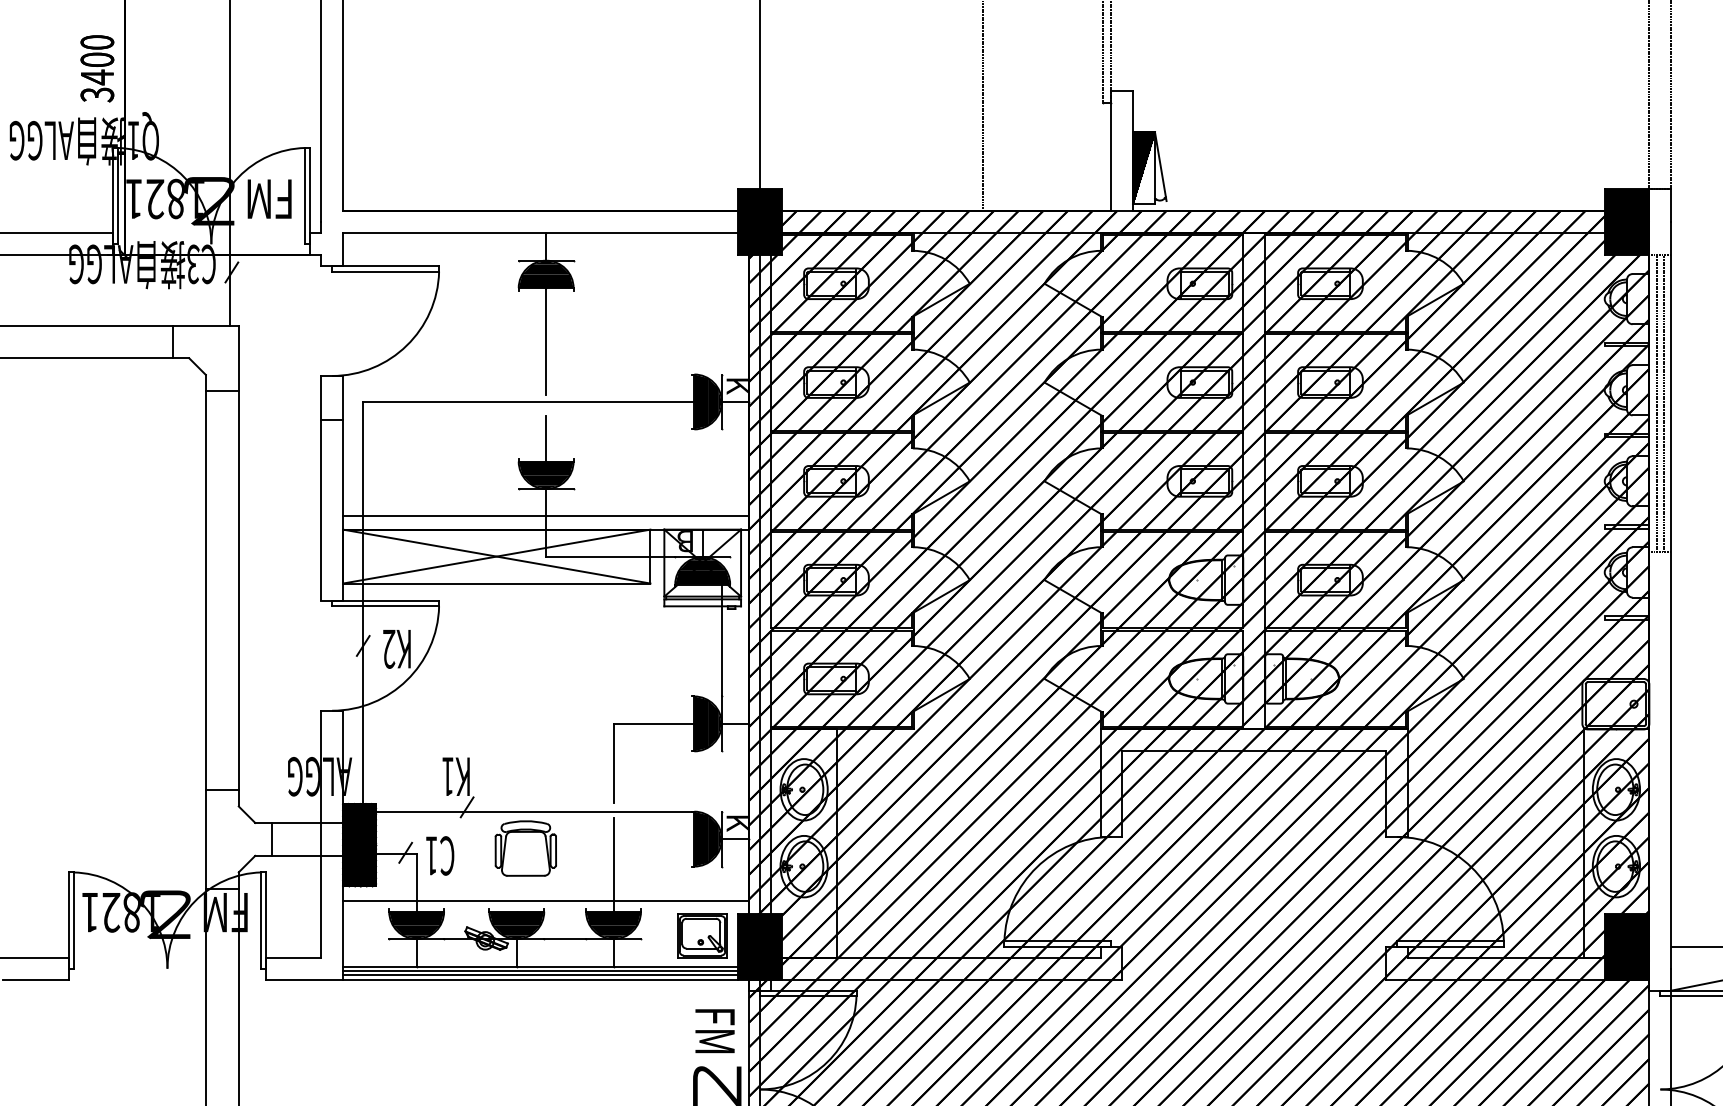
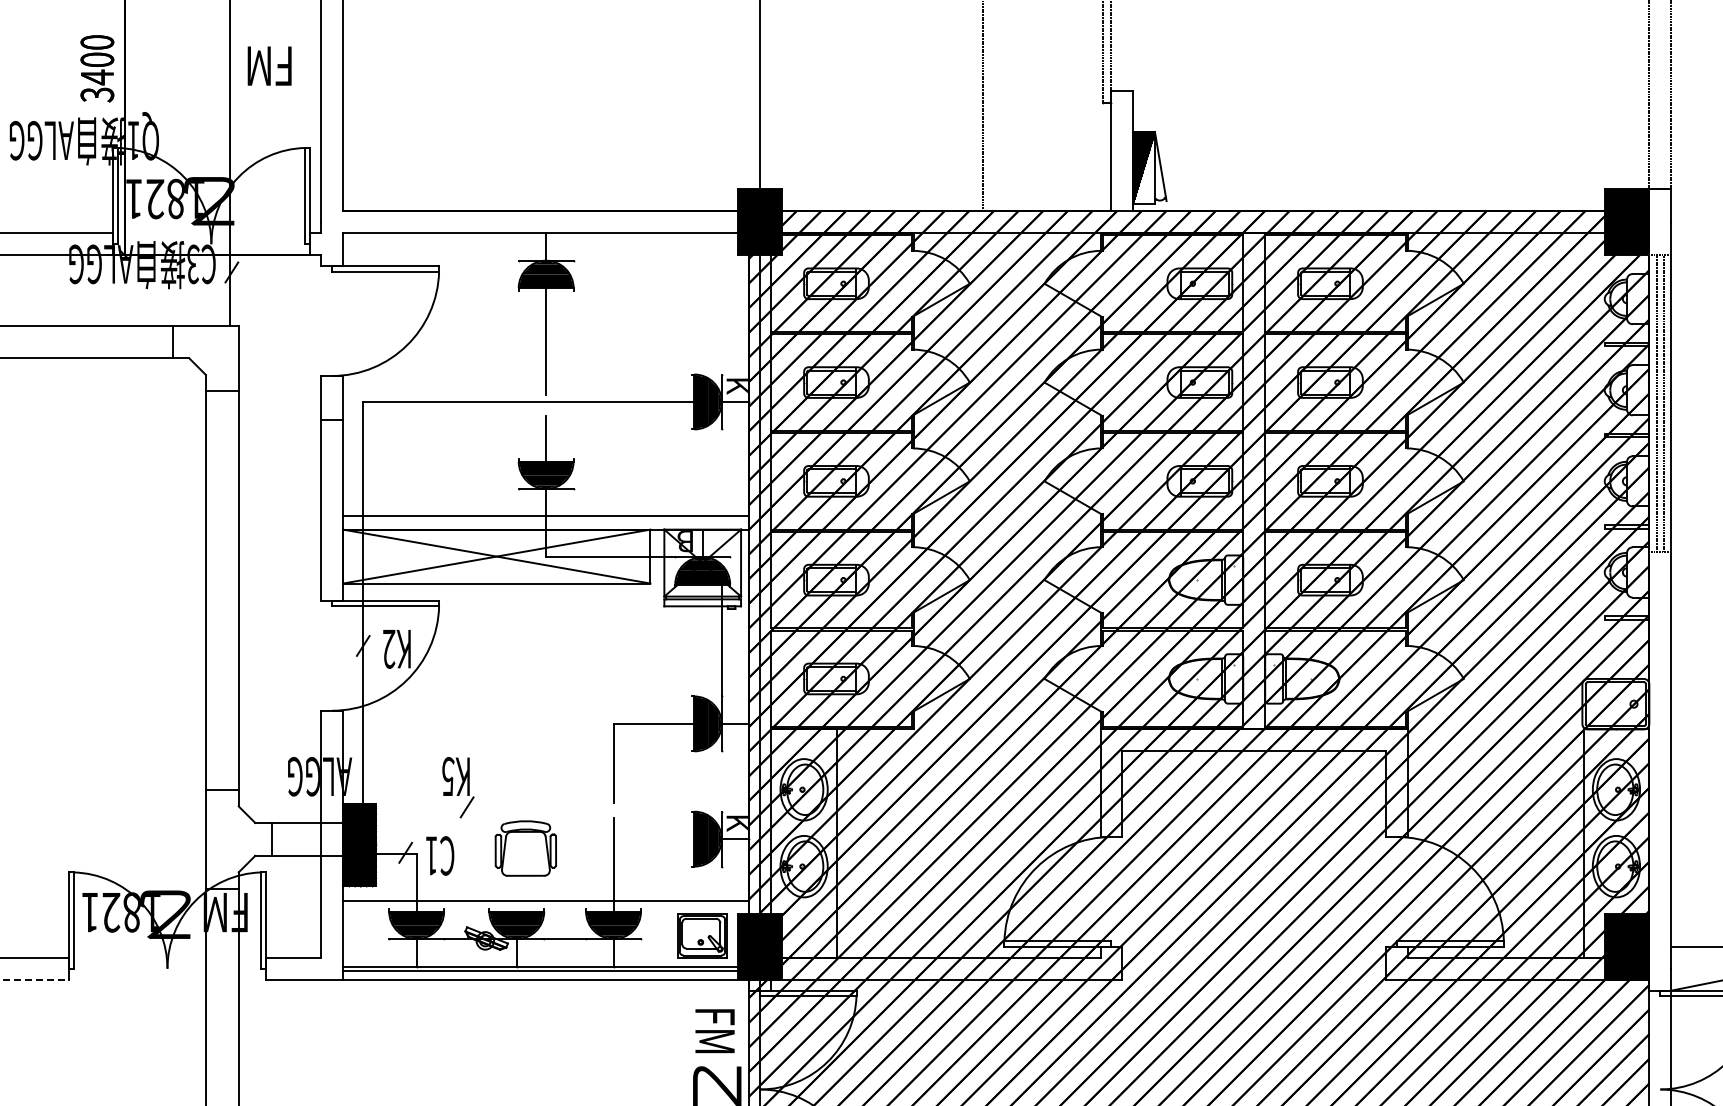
text at (269, 198) position: (269, 198) -> (269, 65)
text at (448, 775): K1 -> K5
line at (533, 811): present -> none
line at (540, 975): present -> none
line at (35, 979): solid -> dashed
